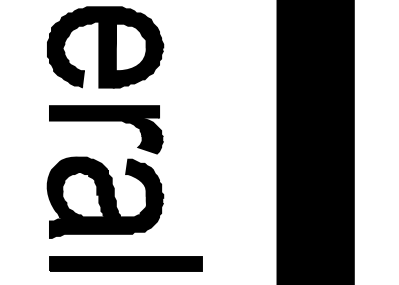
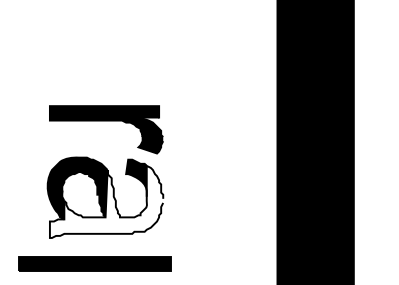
part at (105, 47): present -> none
fill at (106, 201): present -> none
part at (125, 263) position: (125, 263) -> (94, 263)
